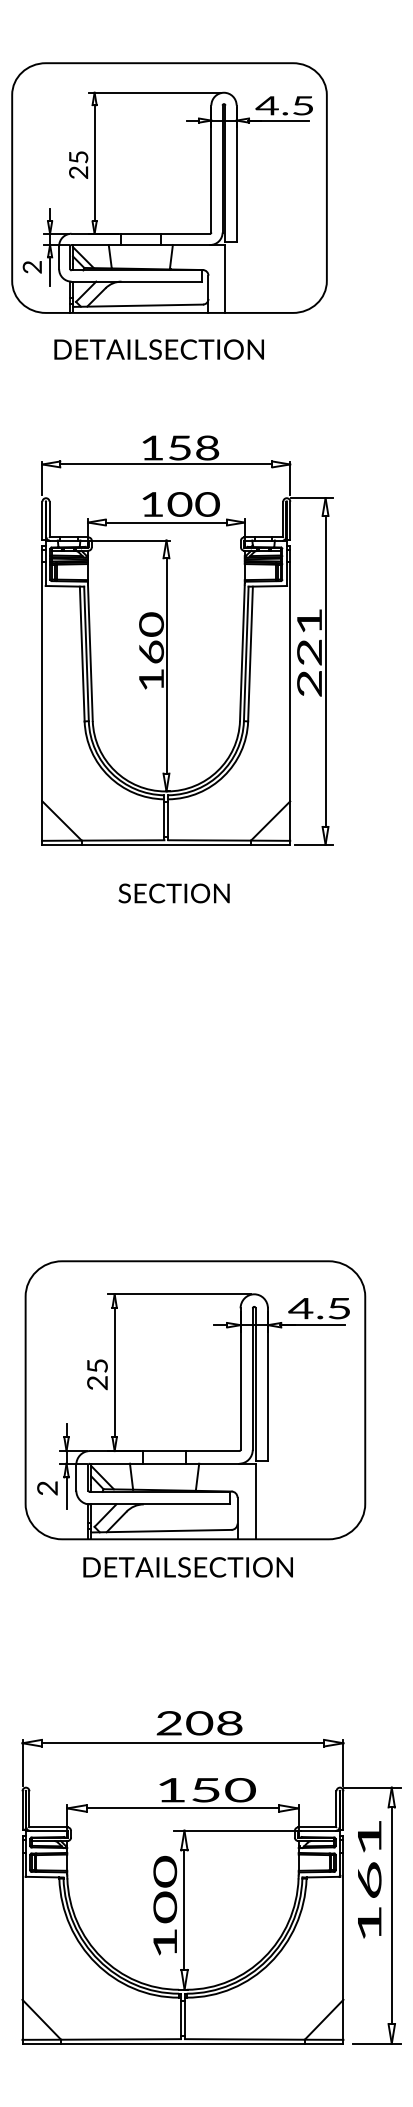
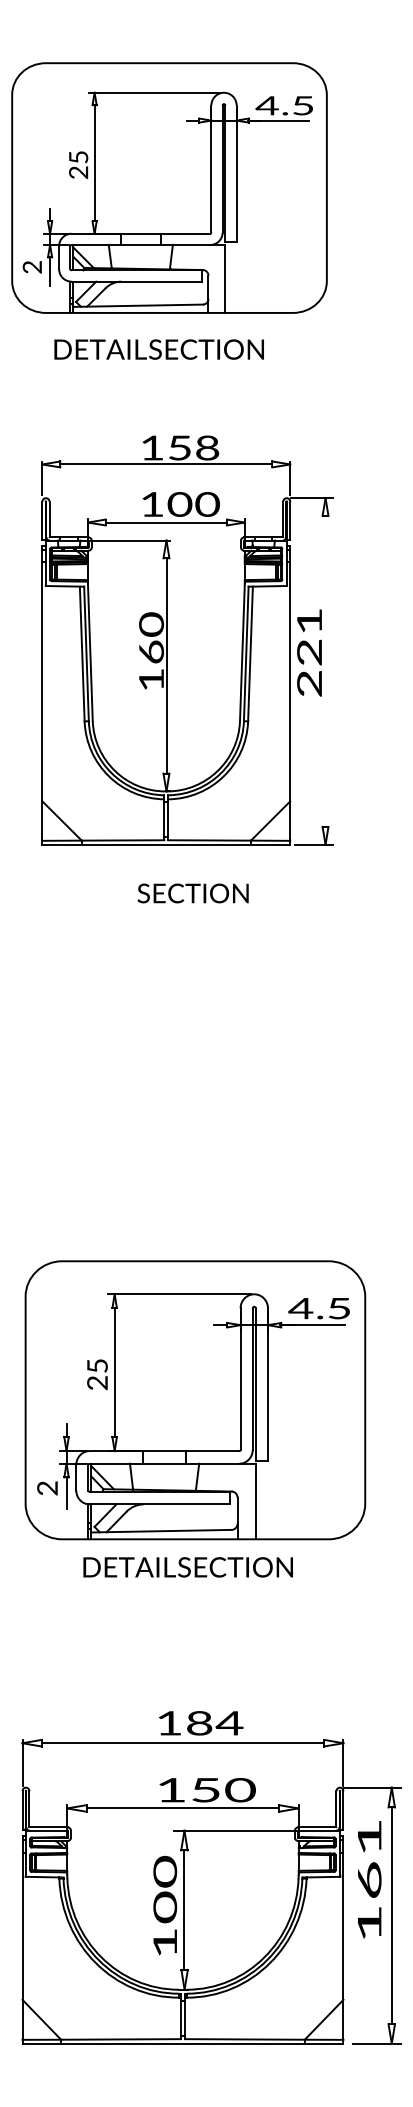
line at (325, 670): present -> none
text at (173, 893) position: (173, 893) -> (192, 893)
text at (199, 1723): 208 -> 184
